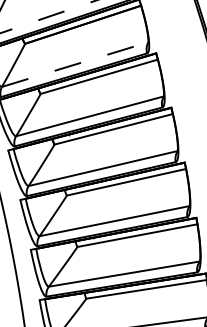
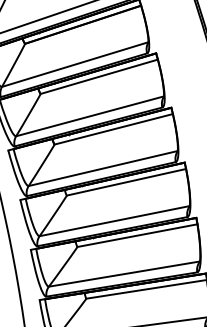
line at (49, 16): dashed -> solid
line at (75, 64): dashed -> solid
